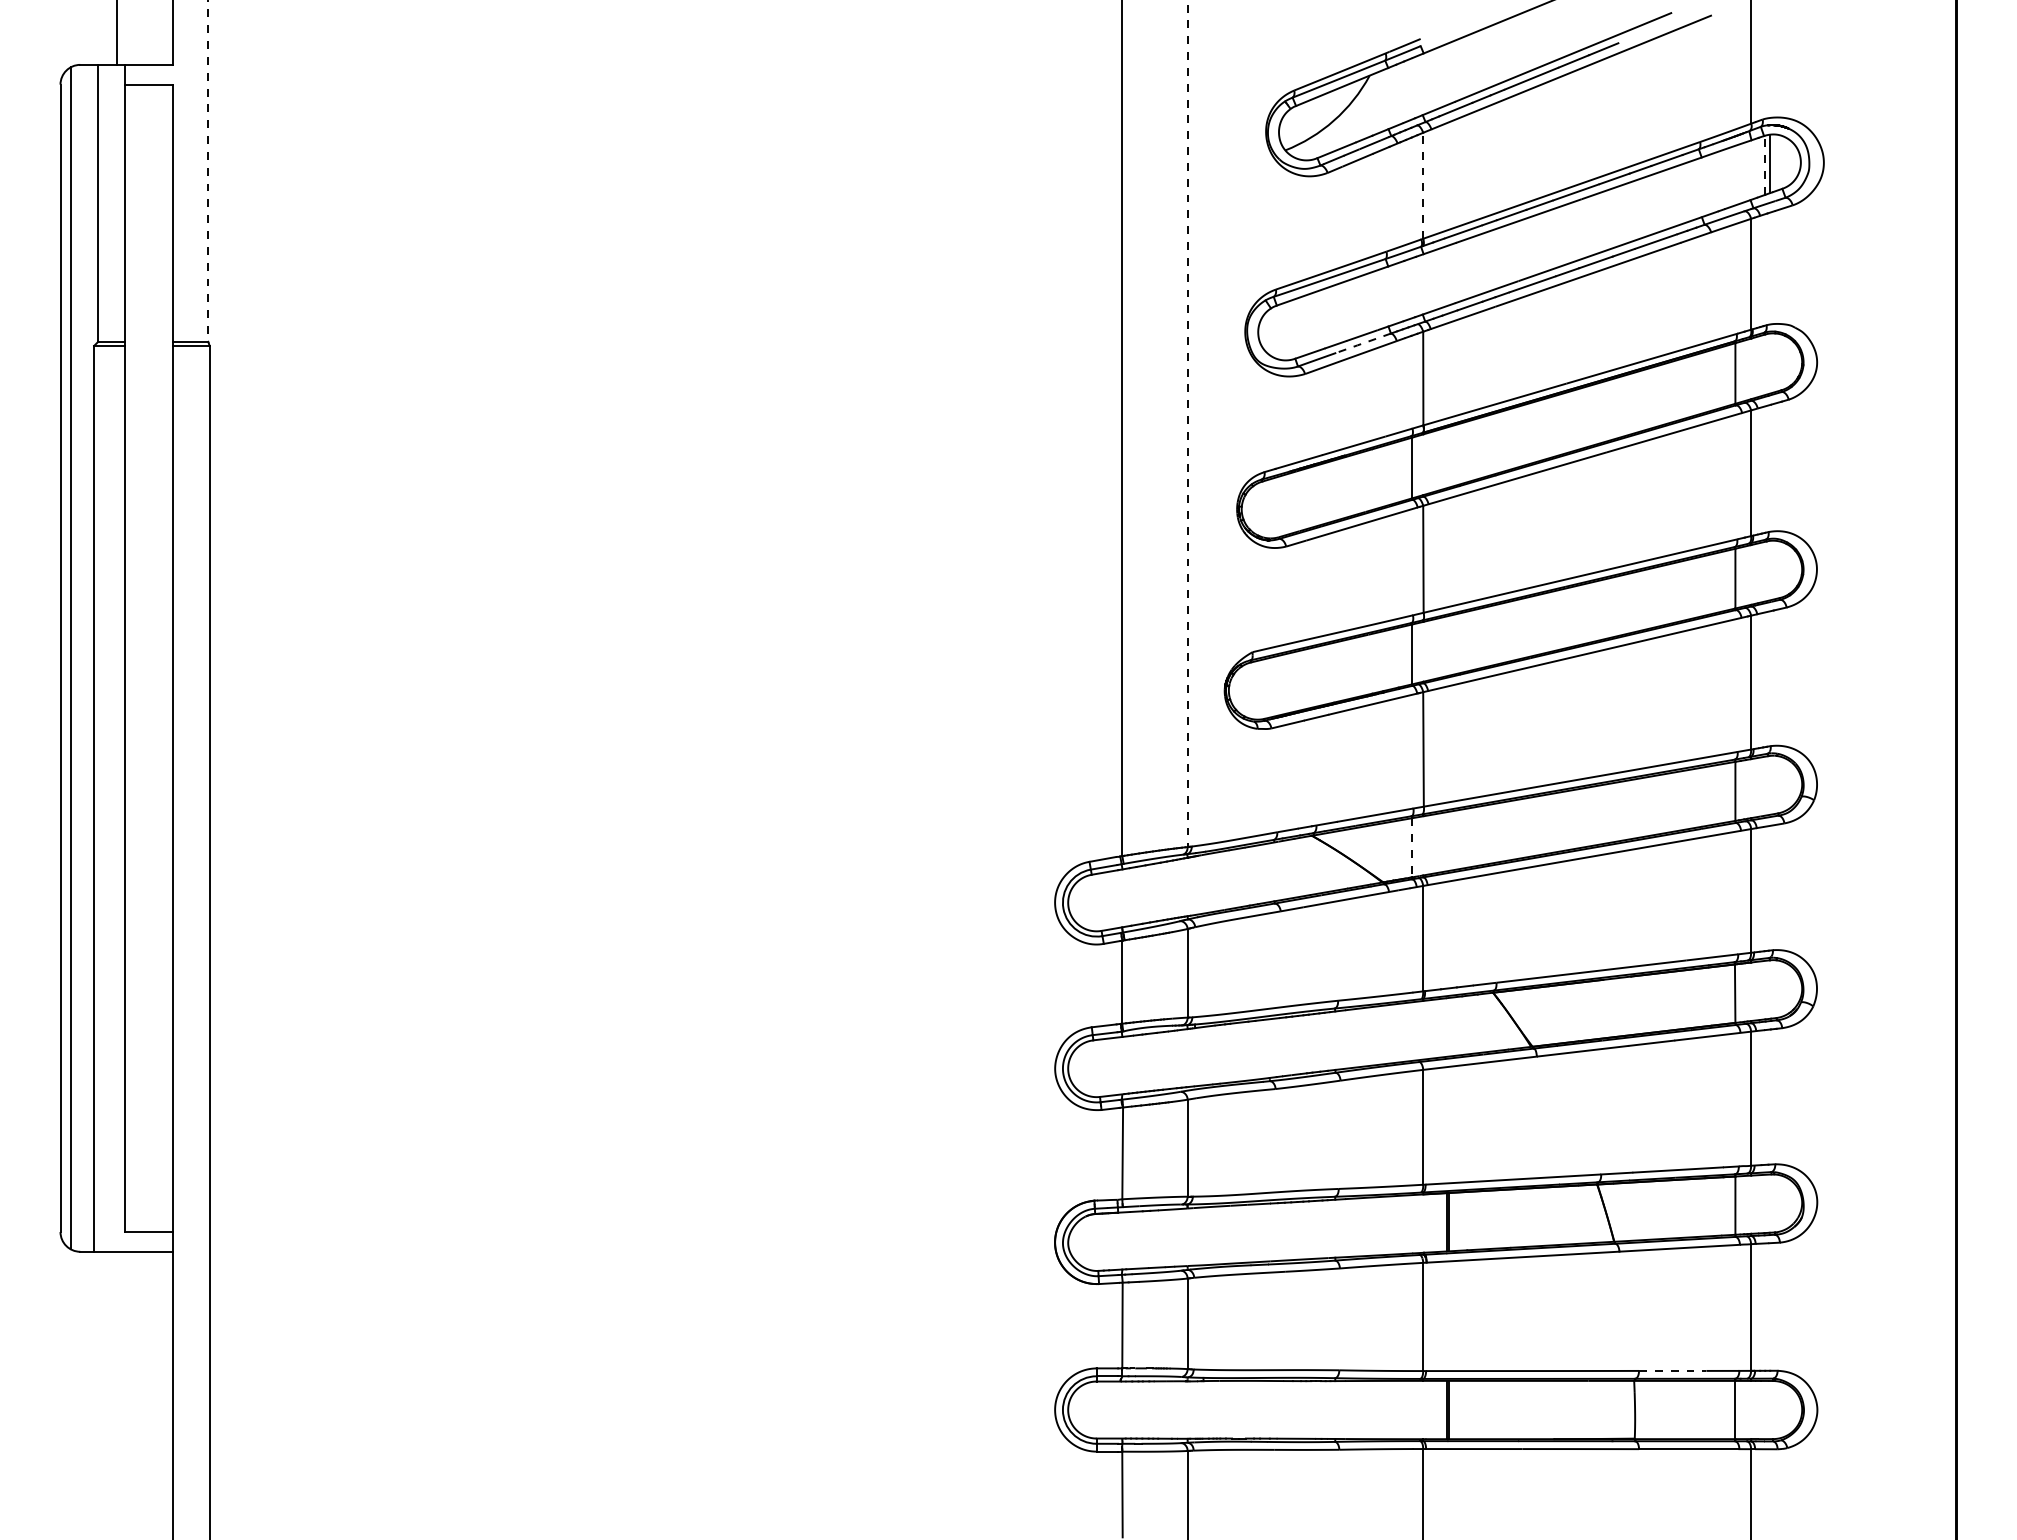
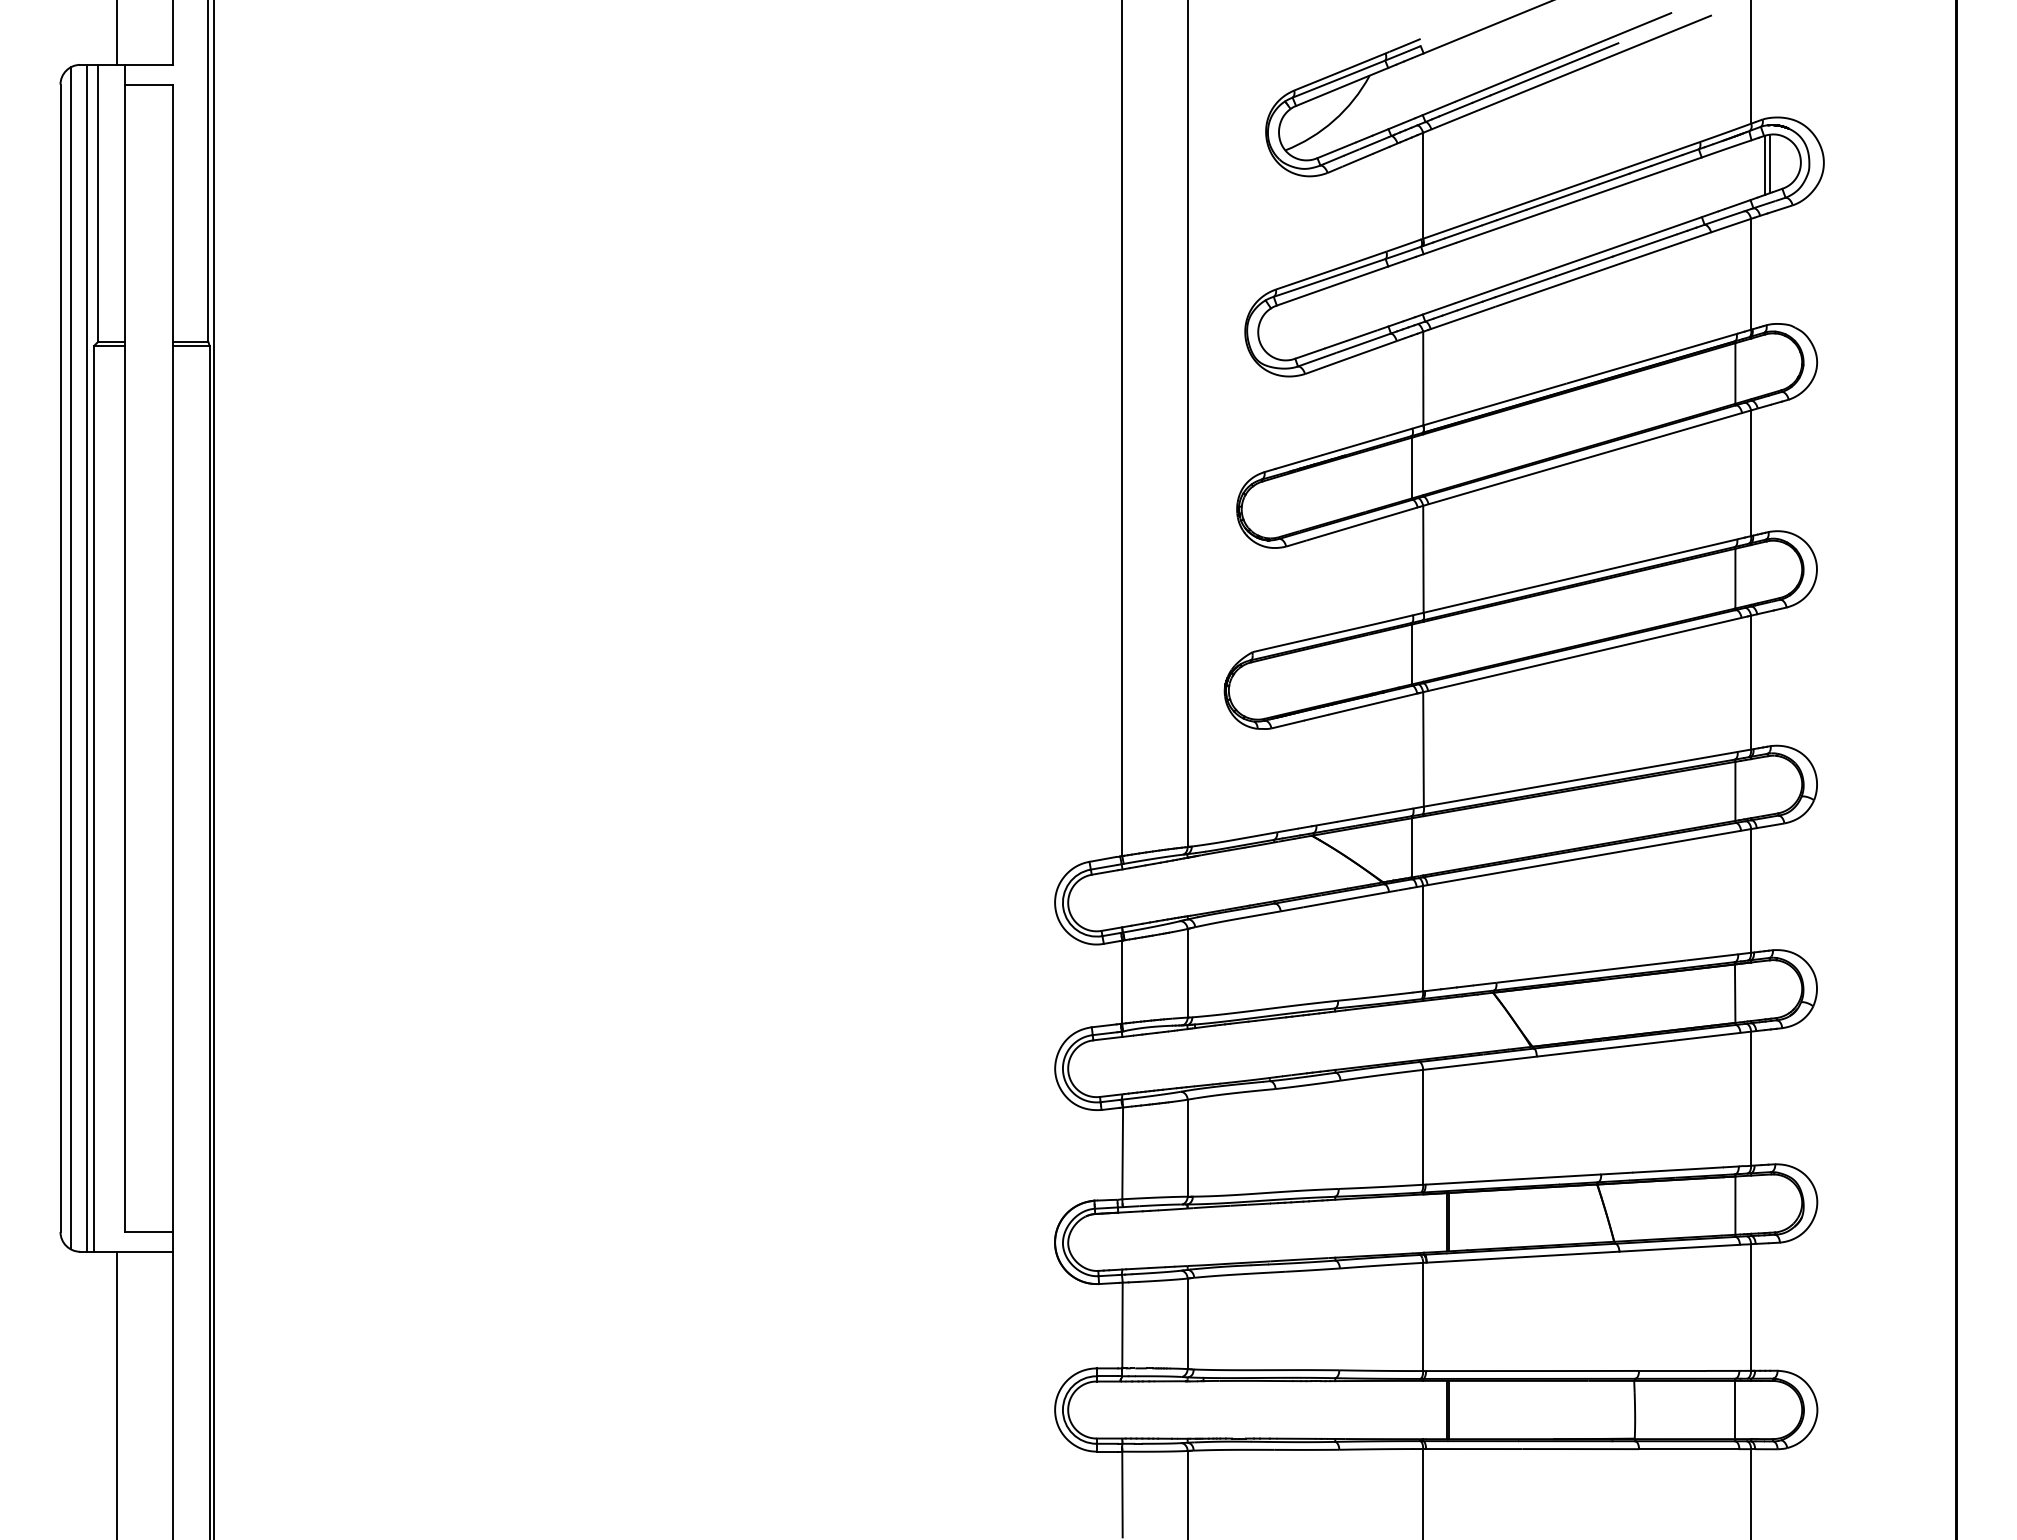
line at (1765, 164): dashed -> solid
line at (208, 170): dashed -> solid
line at (1423, 185): dashed -> solid
line at (1362, 343): dashed -> solid
line at (1187, 424): dashed -> solid
line at (86, 657): none -> present
line at (213, 769): none -> present
line at (1412, 847): dashed -> solid
line at (1672, 1370): dashed -> solid
line at (117, 1393): none -> present
